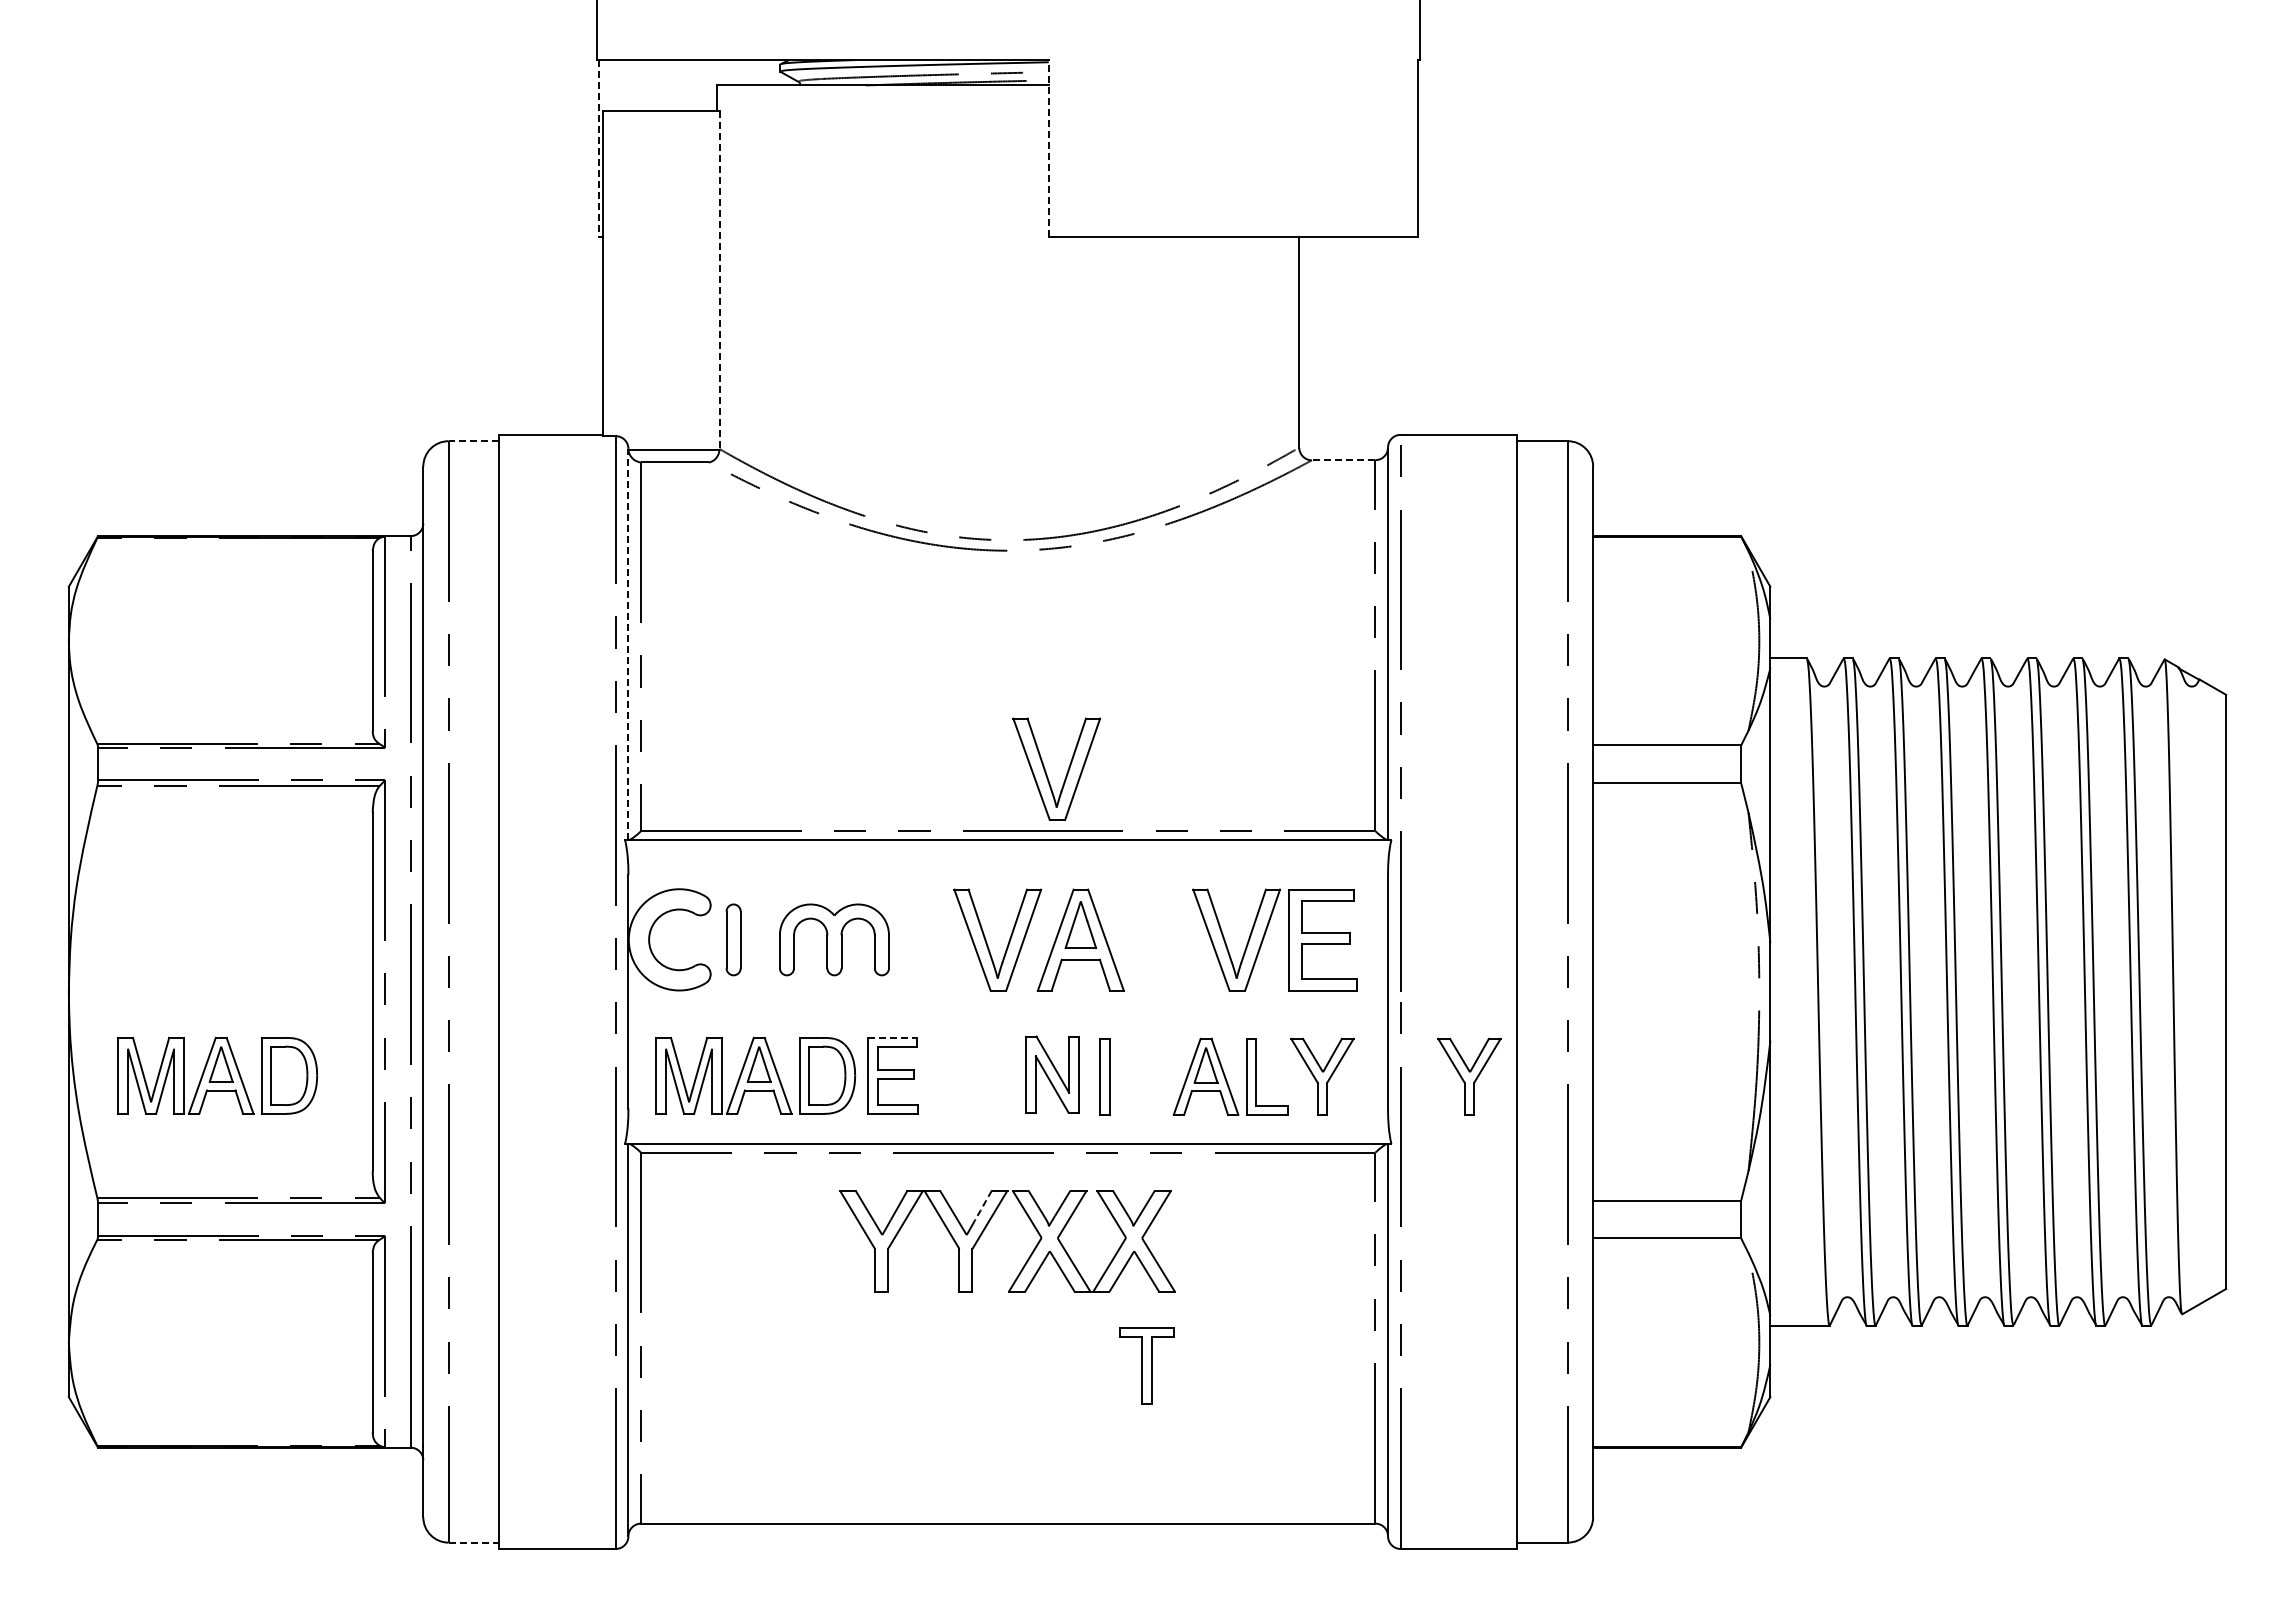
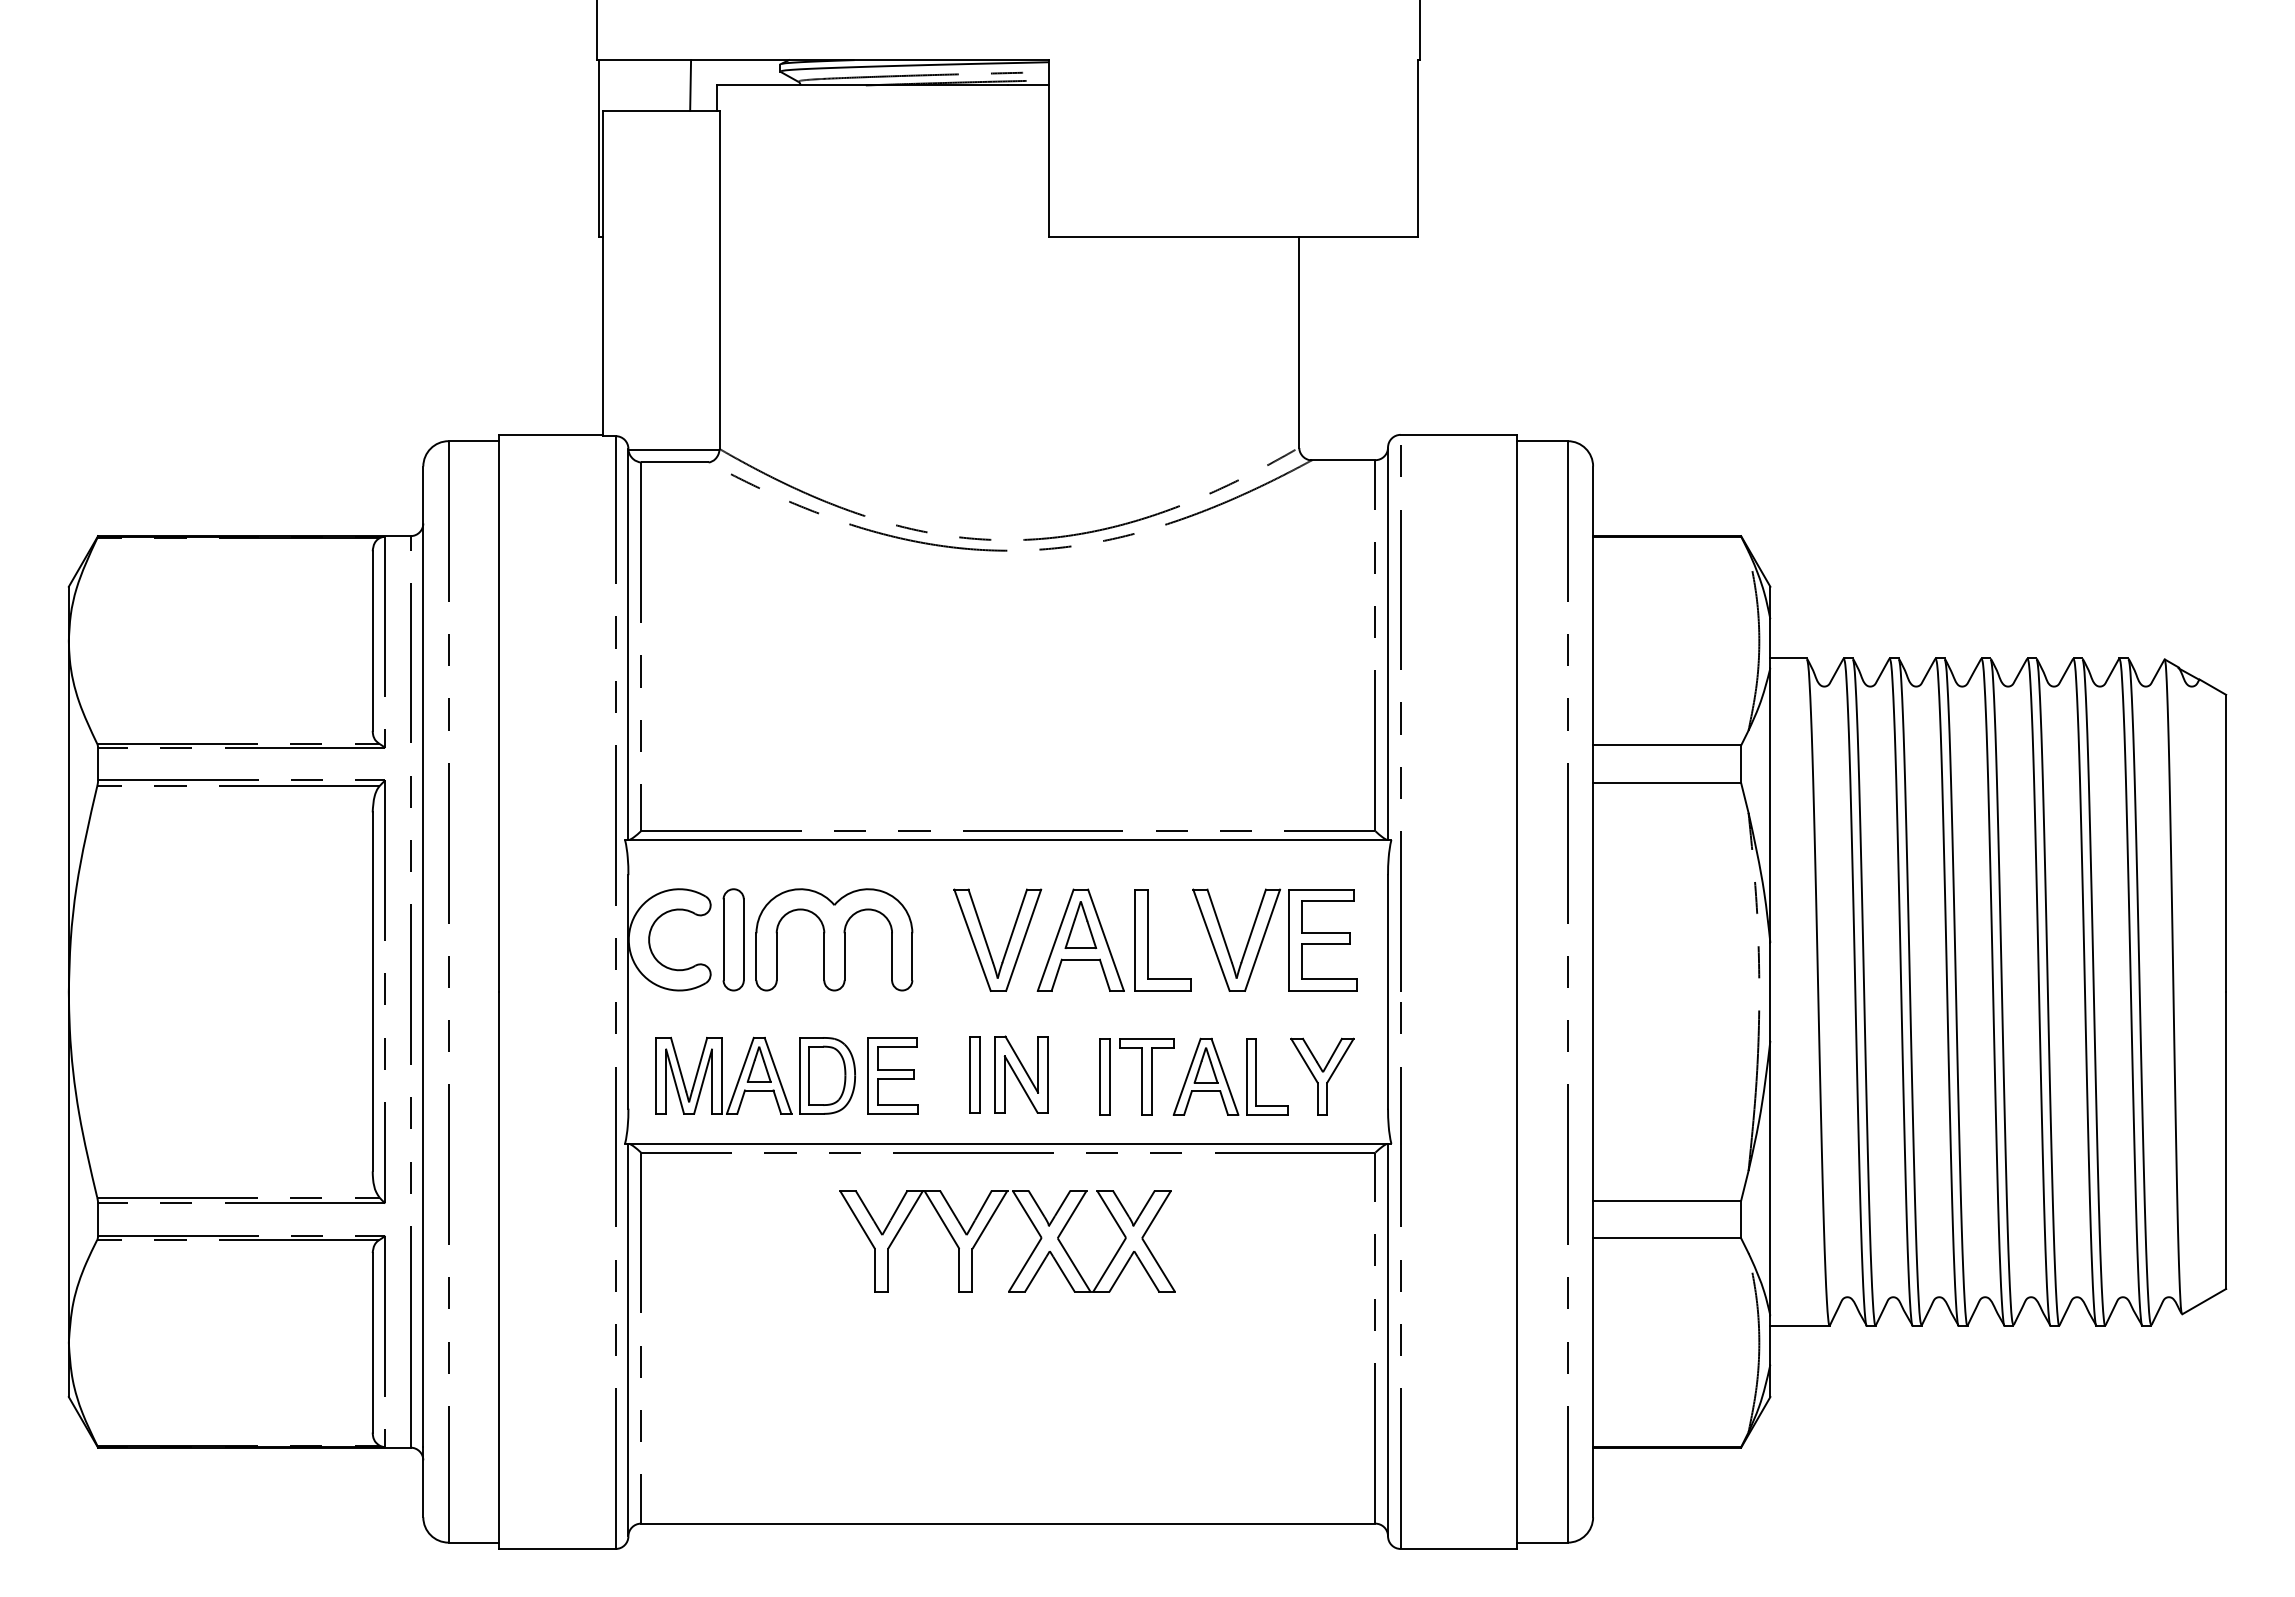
line at (690, 85): none -> present
line at (598, 148): dashed -> solid
line at (1048, 148): dashed -> solid
line at (719, 280): dashed -> solid
line at (473, 441): dashed -> solid
line at (1343, 460): dashed -> solid
line at (628, 644): dashed -> solid
part at (1046, 771): present -> none
part at (733, 939) size: 17x74 px -> 23x104 px
part at (834, 939) size: 111x74 px -> 159x104 px
part at (1148, 940): none -> present
line at (892, 1037): dashed -> solid
part at (974, 1074): none -> present
part at (1052, 1074) position: (1052, 1074) -> (1021, 1074)
part at (217, 1075): present -> none
part at (1469, 1076): present -> none
line at (983, 1205): dashed -> solid
part at (1146, 1365) position: (1146, 1365) -> (1146, 1076)
line at (474, 1542): dashed -> solid
